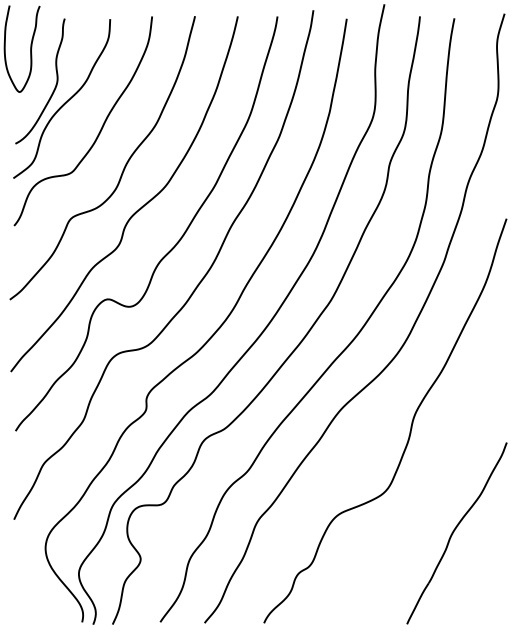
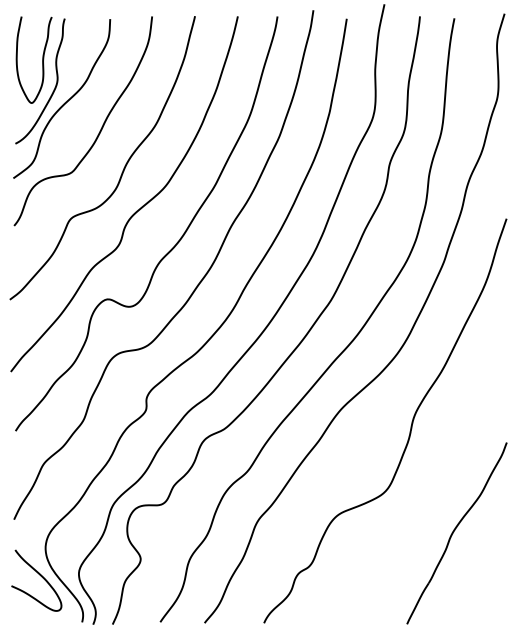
curve at (30, 48) position: (30, 48) -> (42, 59)
curve at (40, 576): none -> present
